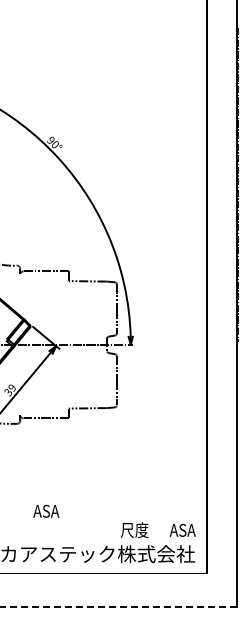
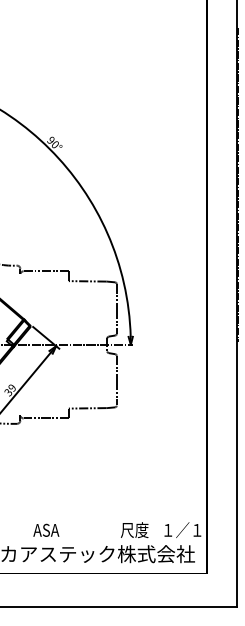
text at (46, 510) position: (46, 510) -> (46, 529)
text at (182, 529): ASA -> １／１
line at (118, 607): dashed -> solid
